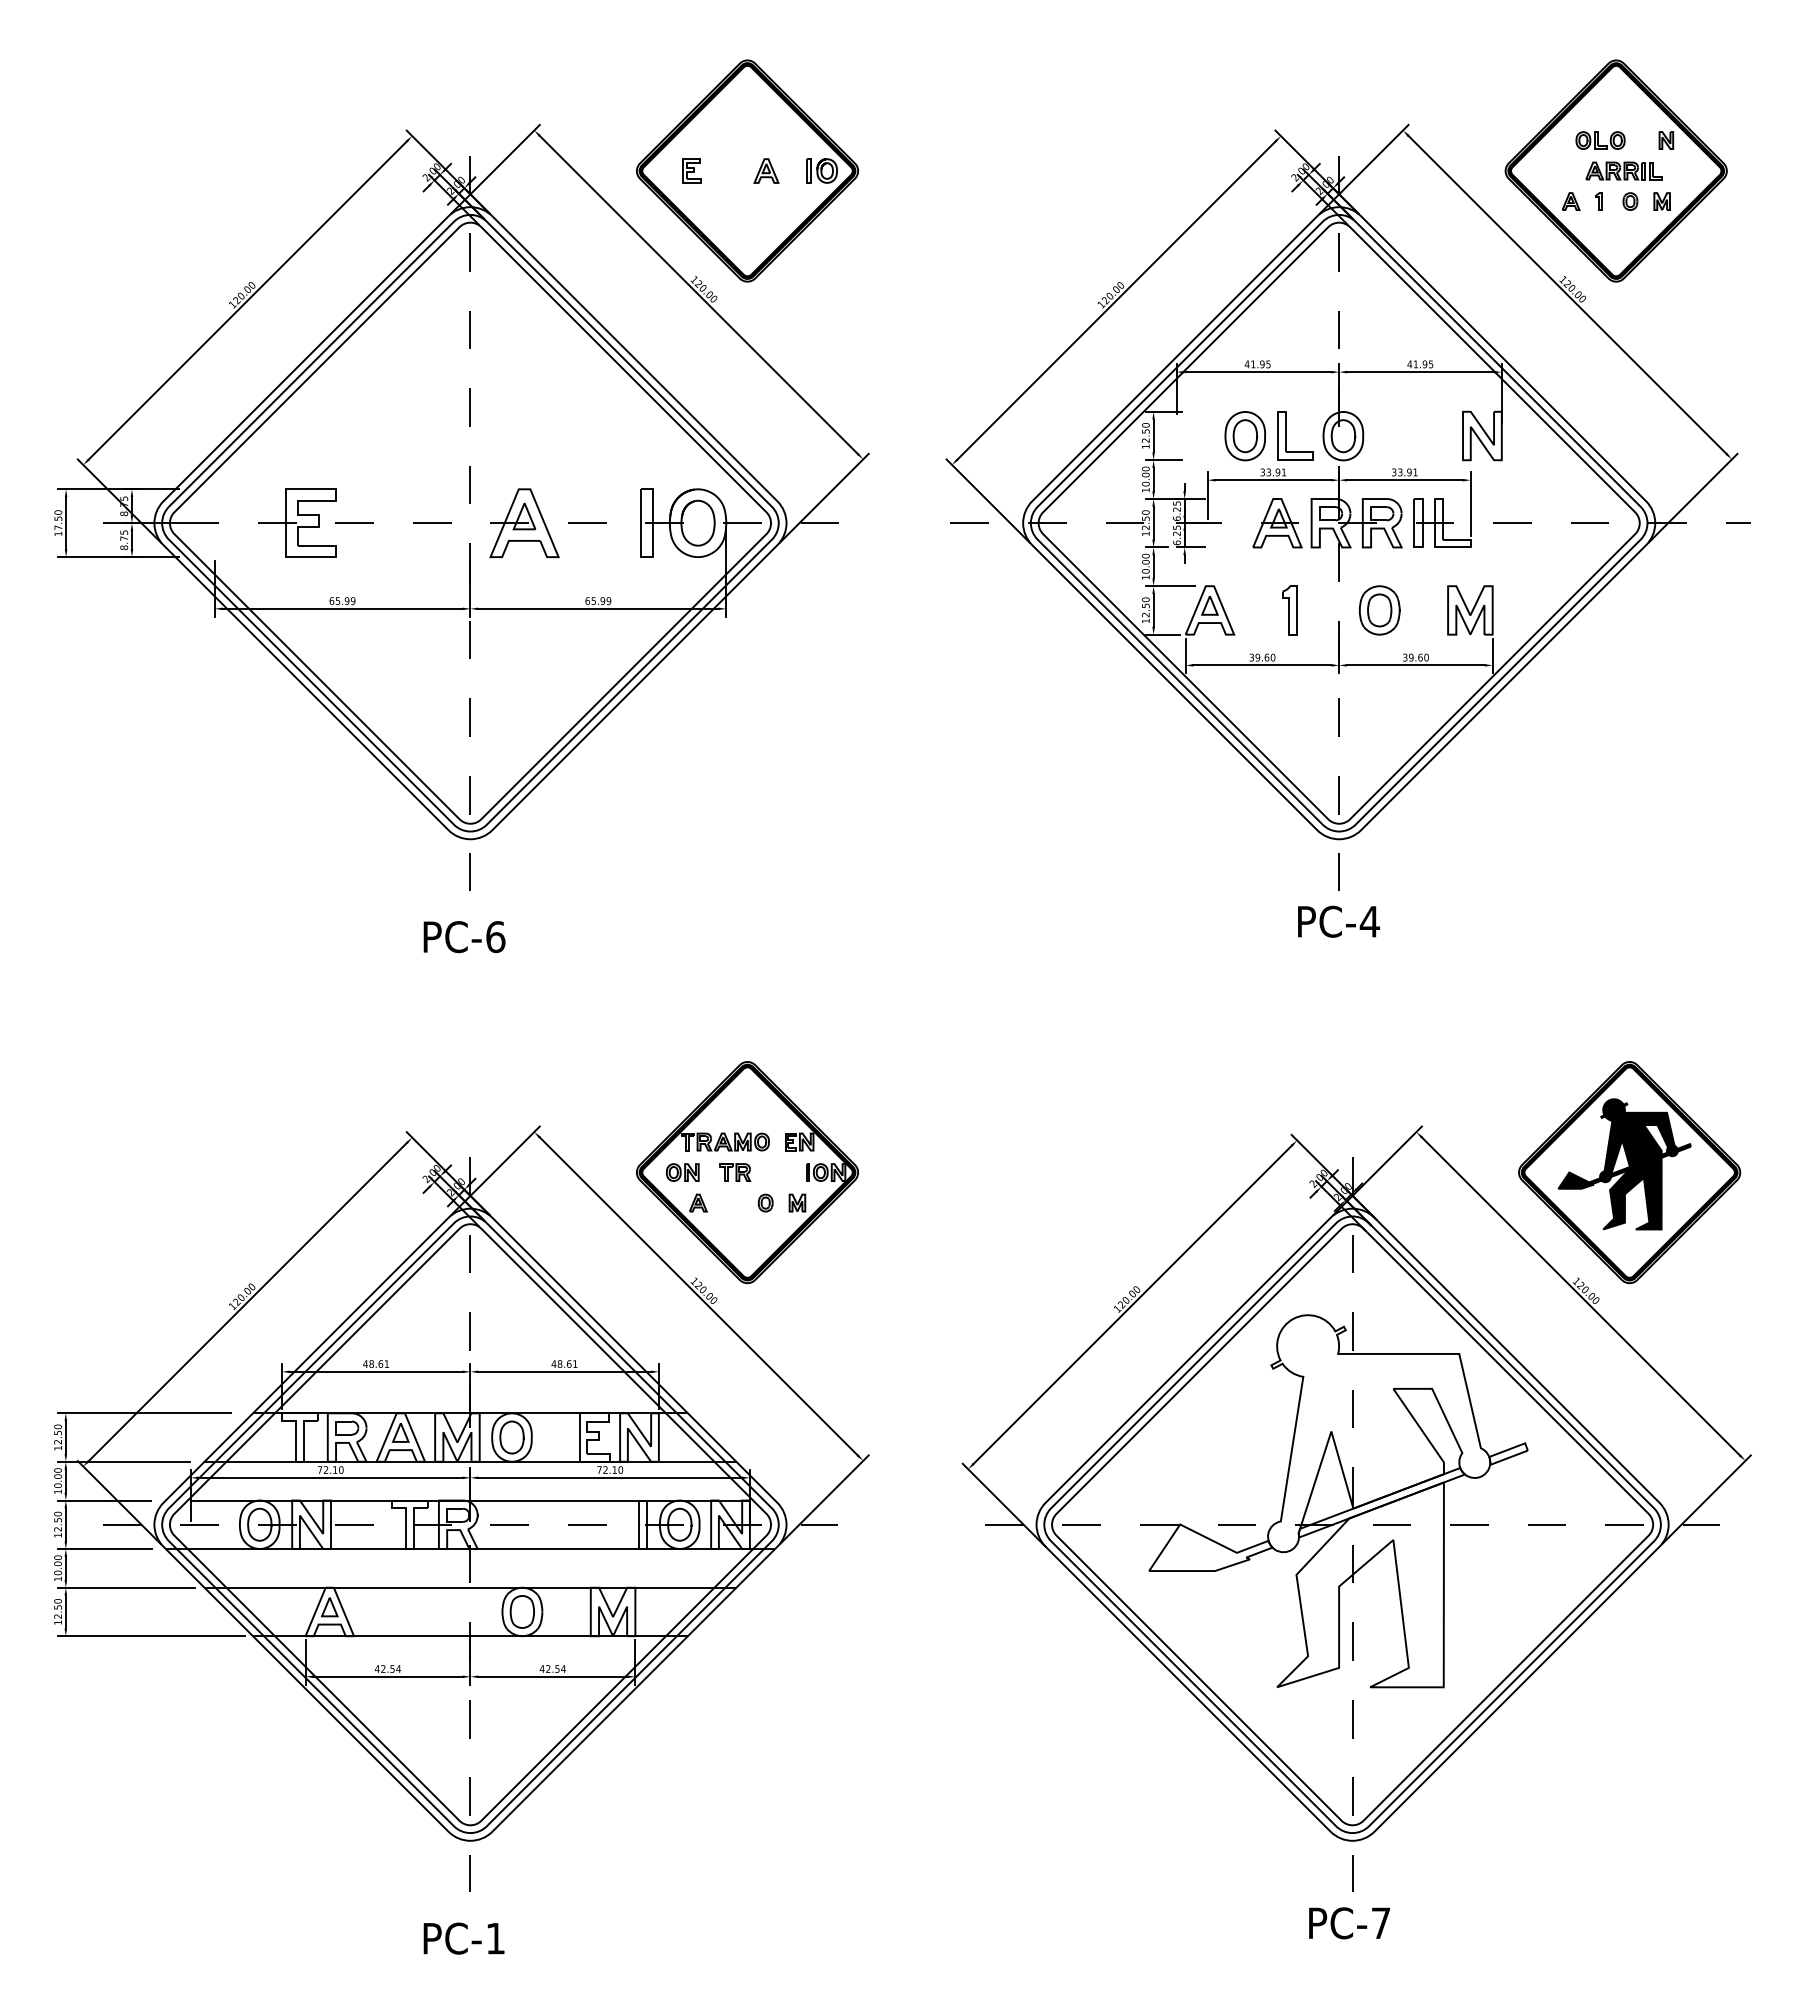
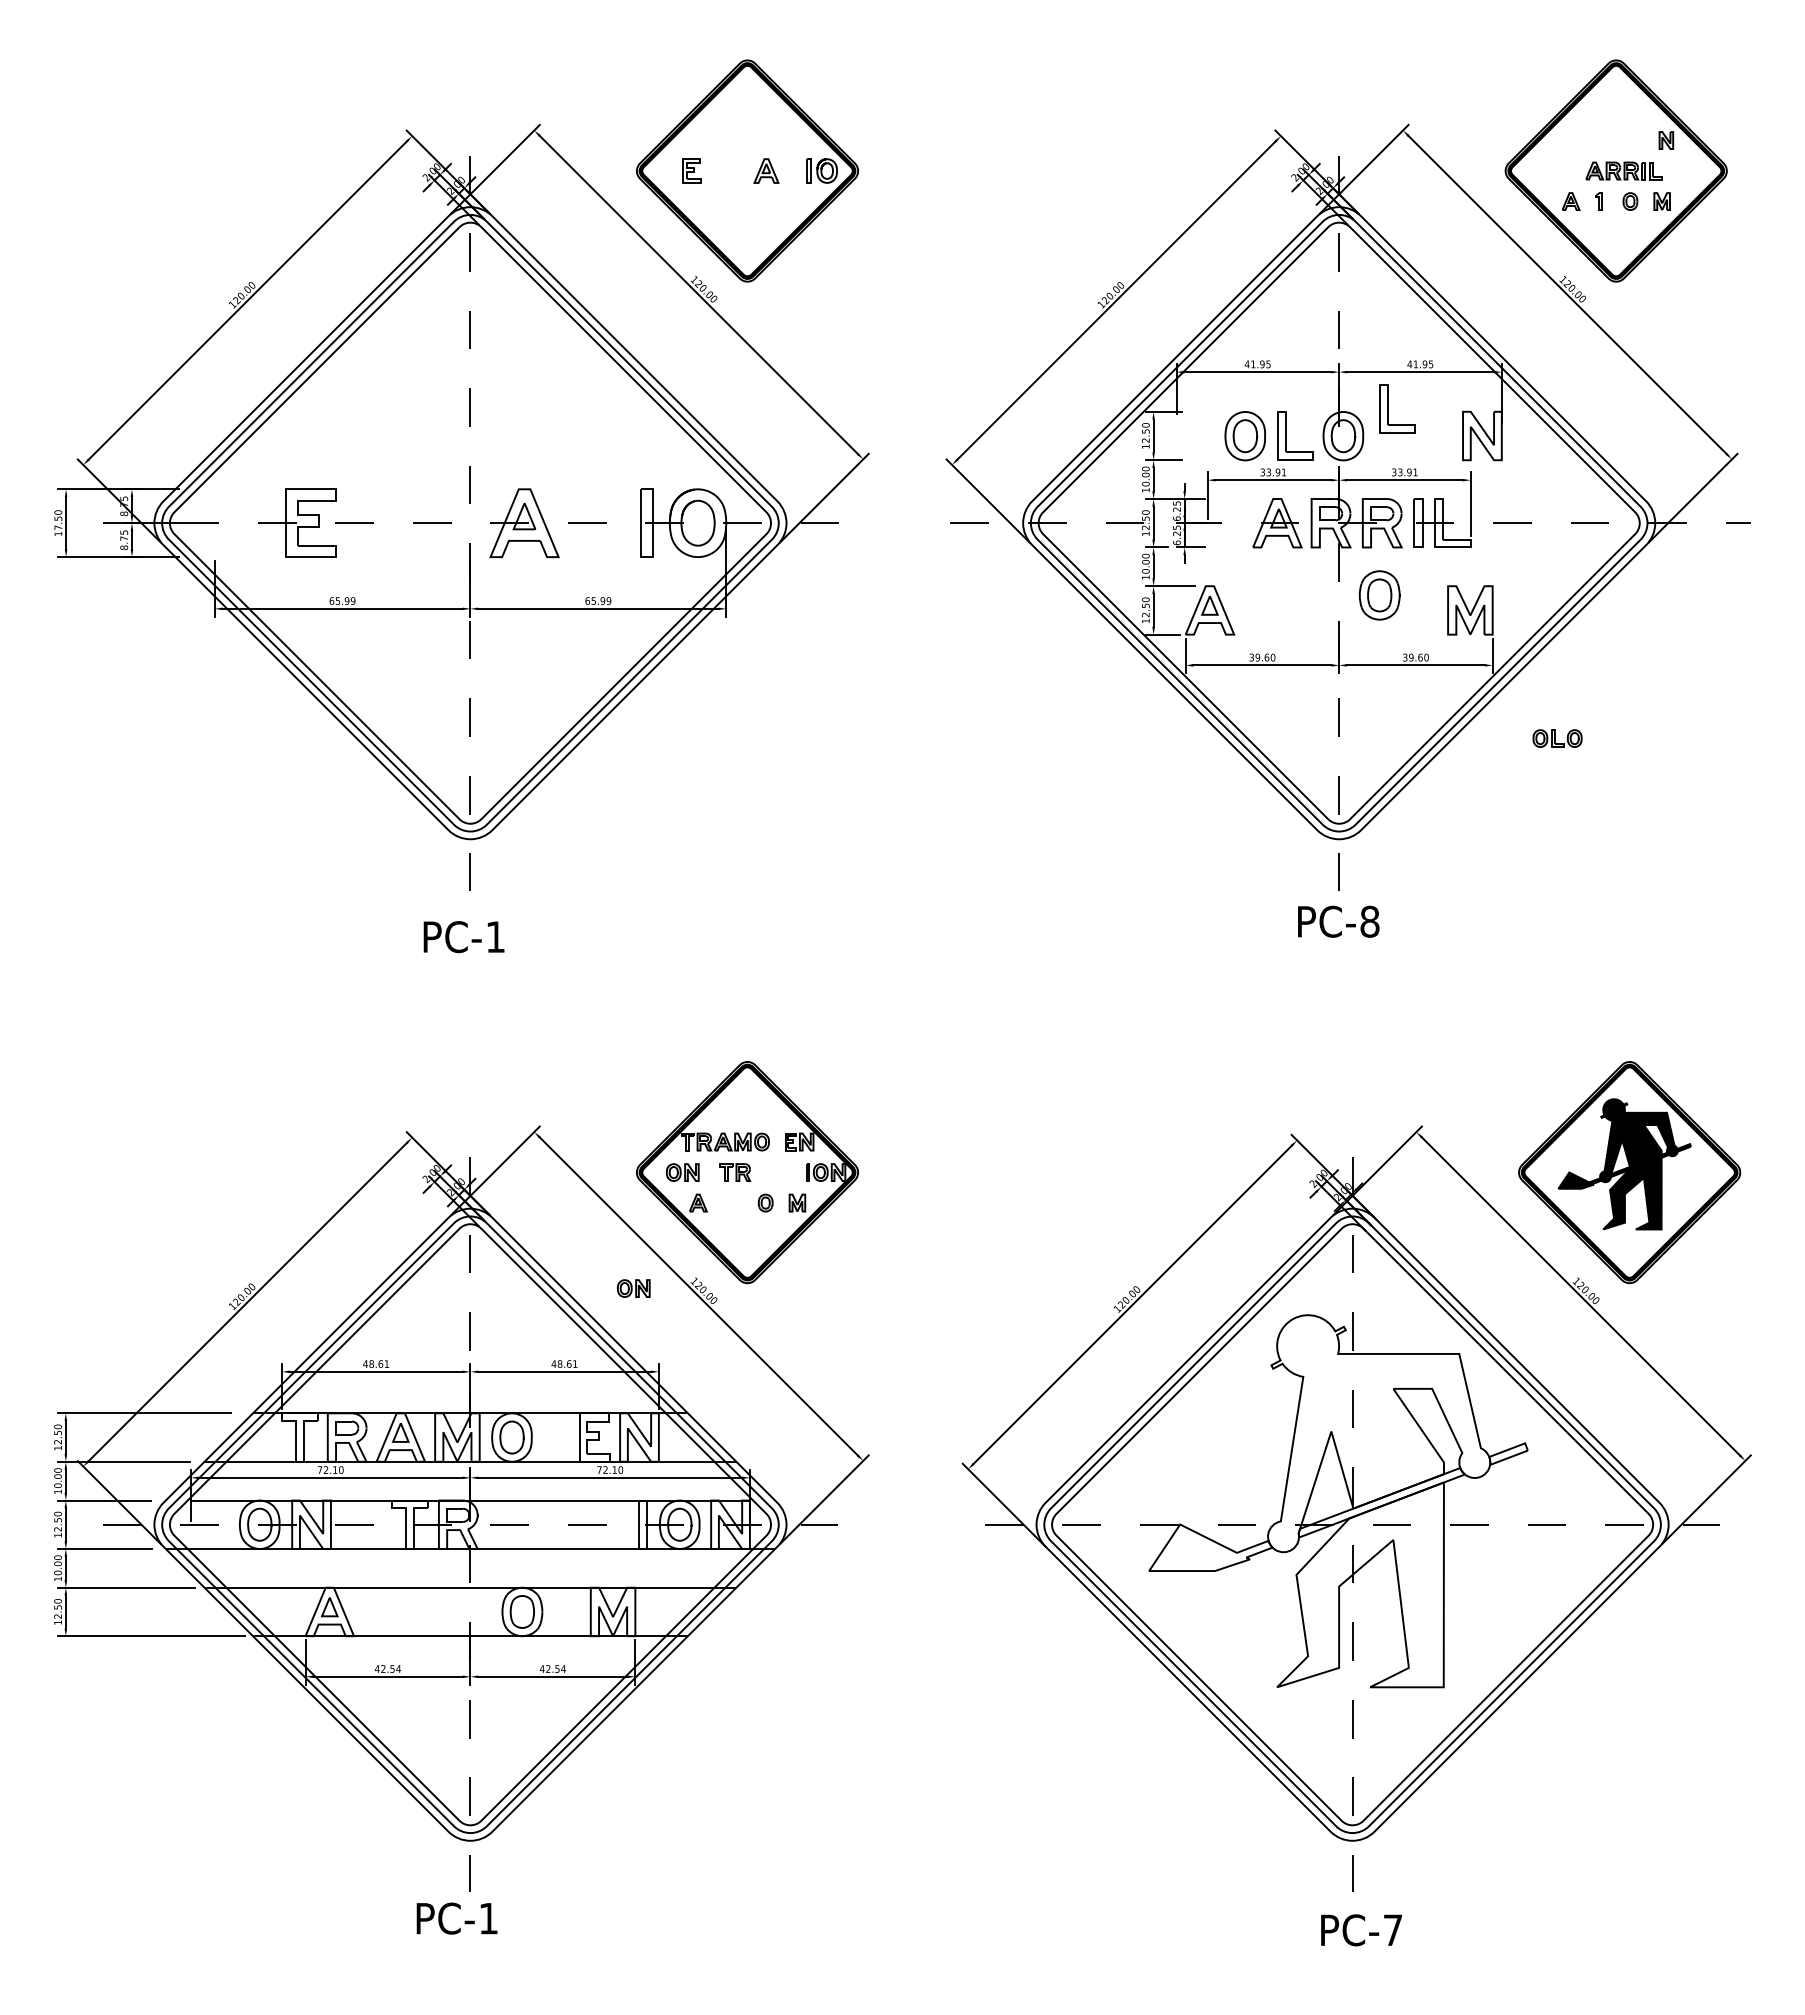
part at (1600, 140) position: (1600, 140) -> (1557, 738)
part at (1388, 408): none -> present
part at (1289, 610): present -> none
part at (1379, 610) position: (1379, 610) -> (1379, 595)
text at (1369, 921): PC-4 -> PC-8
text at (495, 937): PC-6 -> PC-1
part at (633, 1288): none -> present
text at (1349, 1923) position: (1349, 1923) -> (1361, 1930)
text at (463, 1938) position: (463, 1938) -> (456, 1918)
